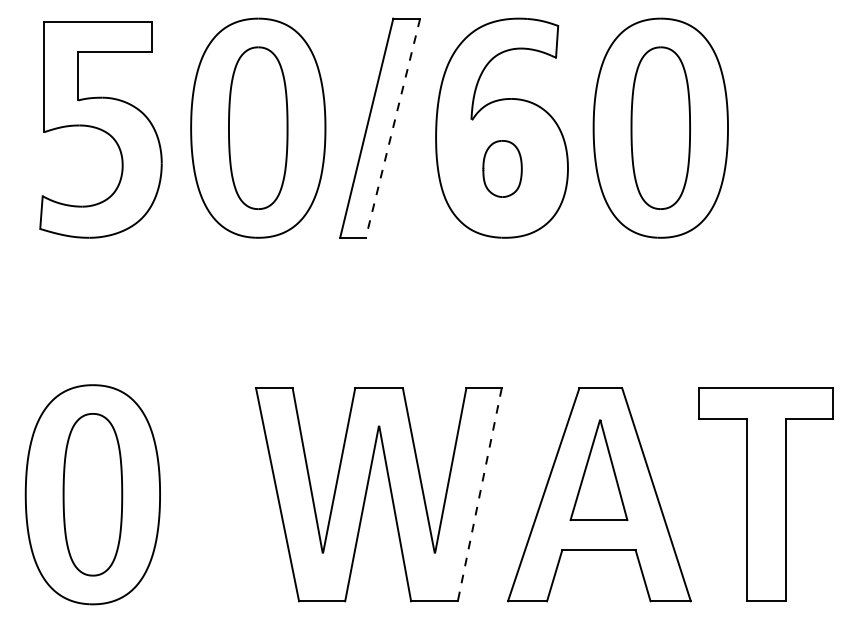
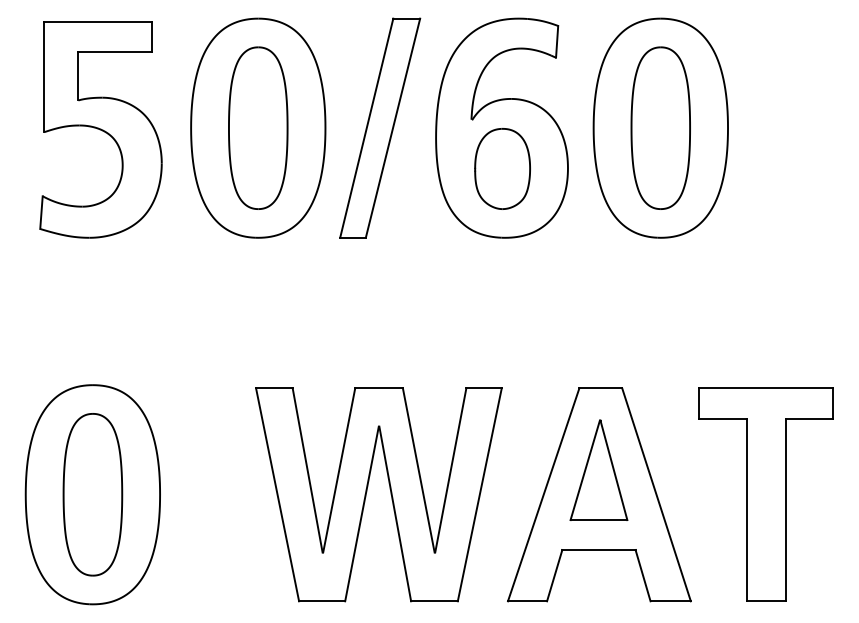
line at (393, 128): dashed -> solid
part at (502, 168) size: 41x58 px -> 57x82 px
line at (479, 494): dashed -> solid
